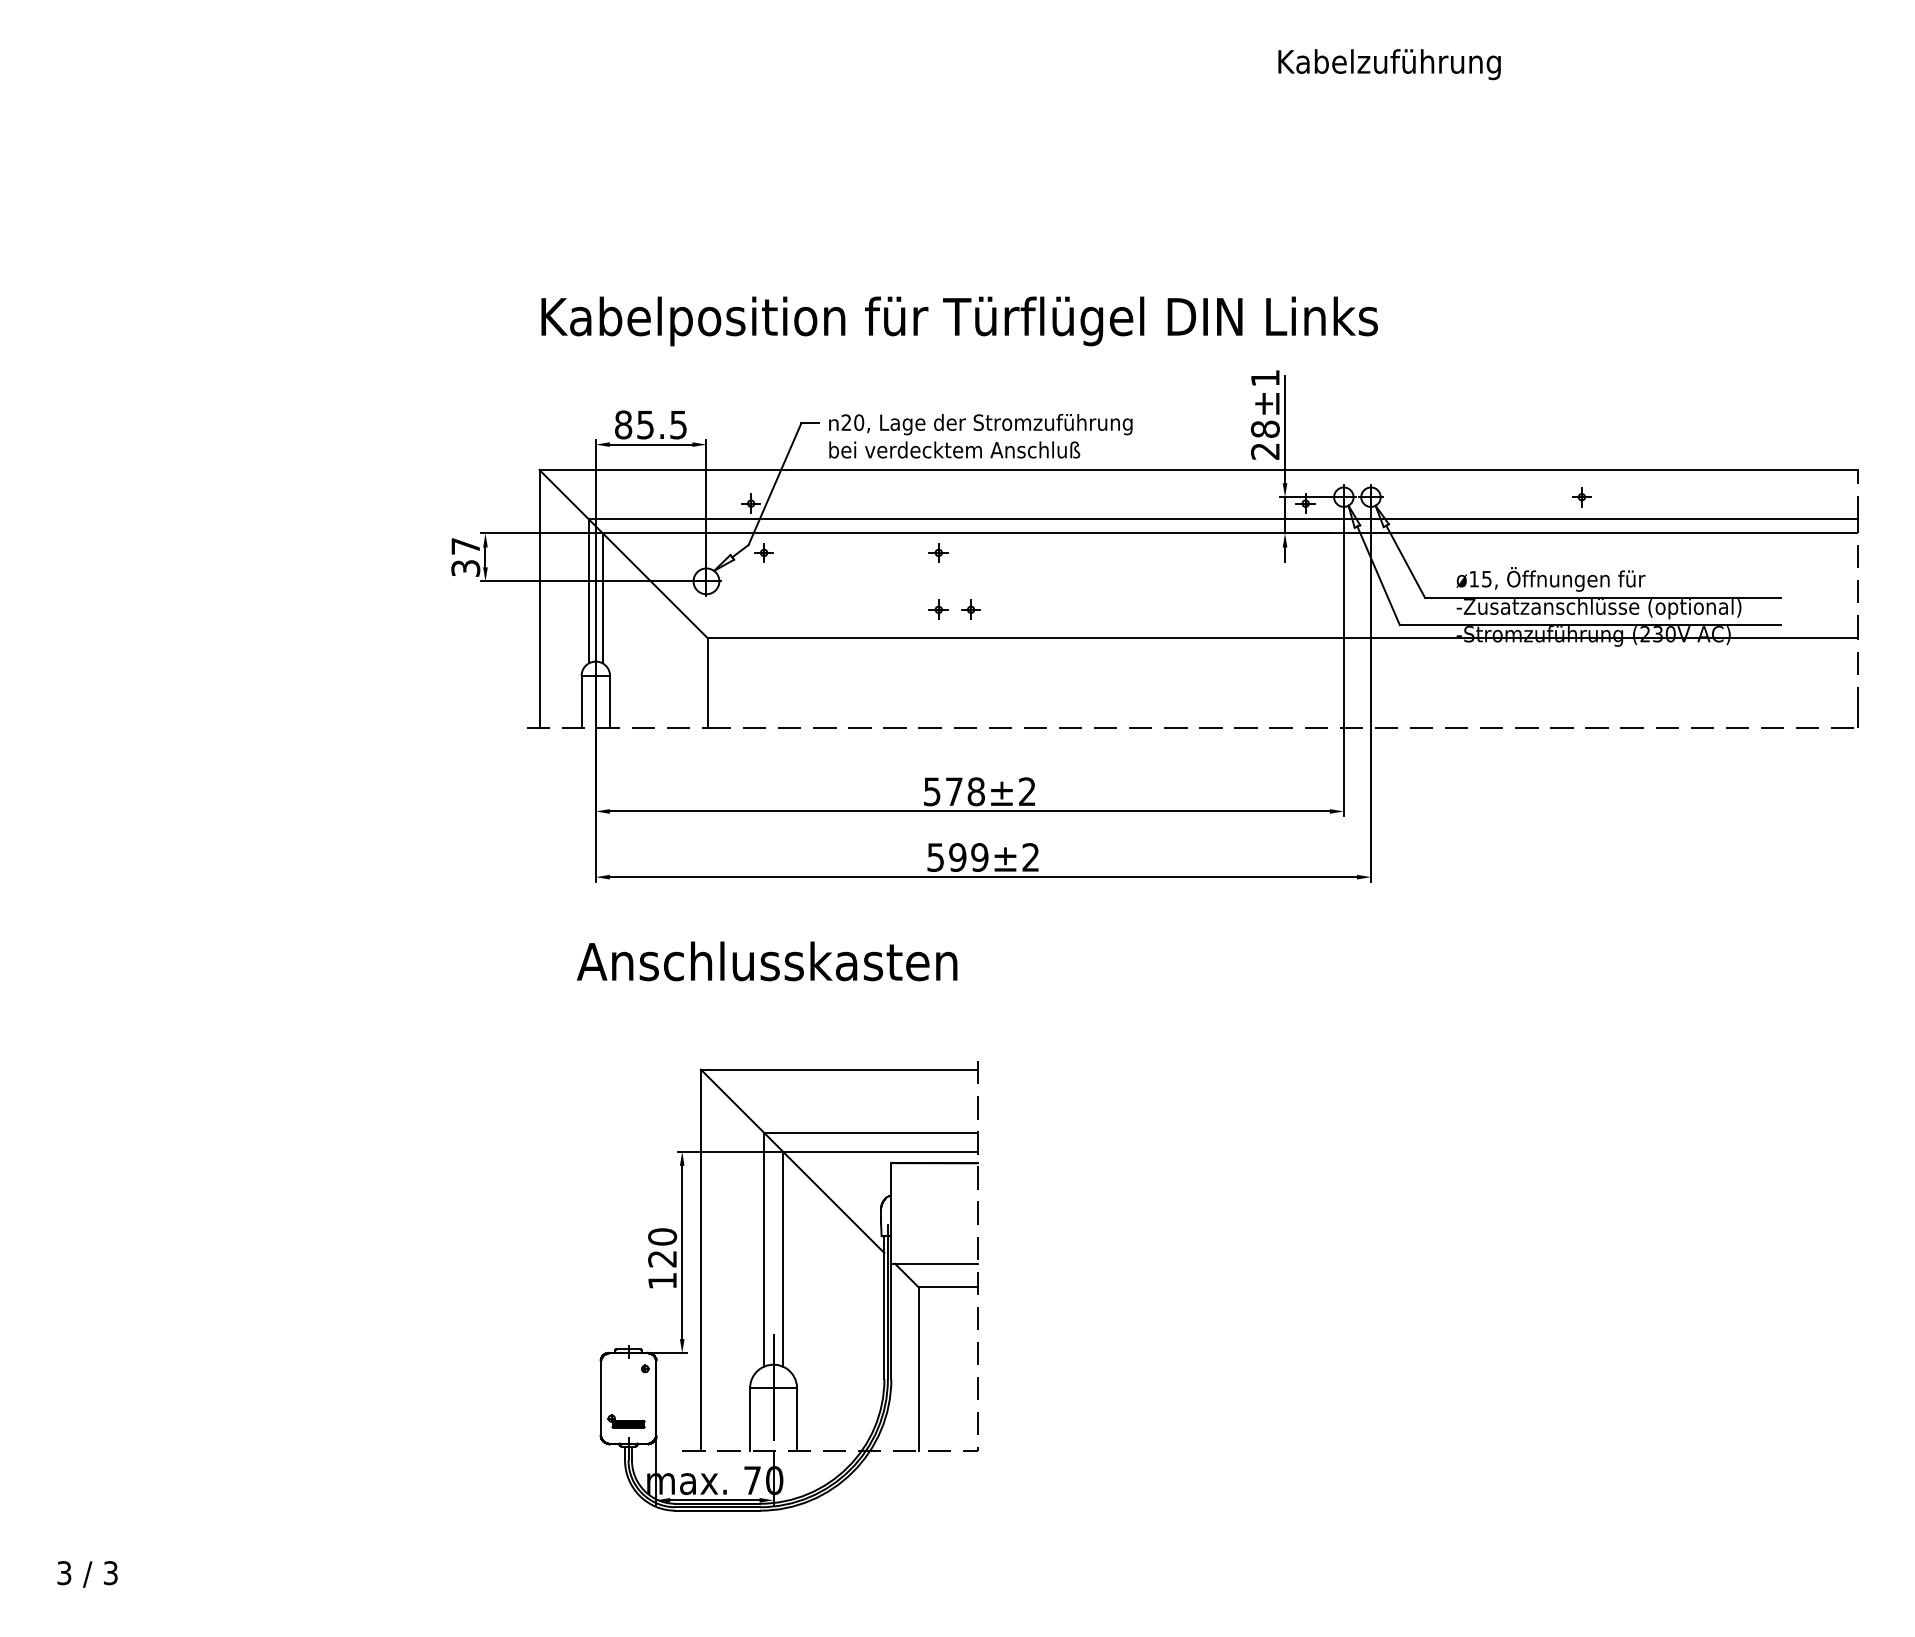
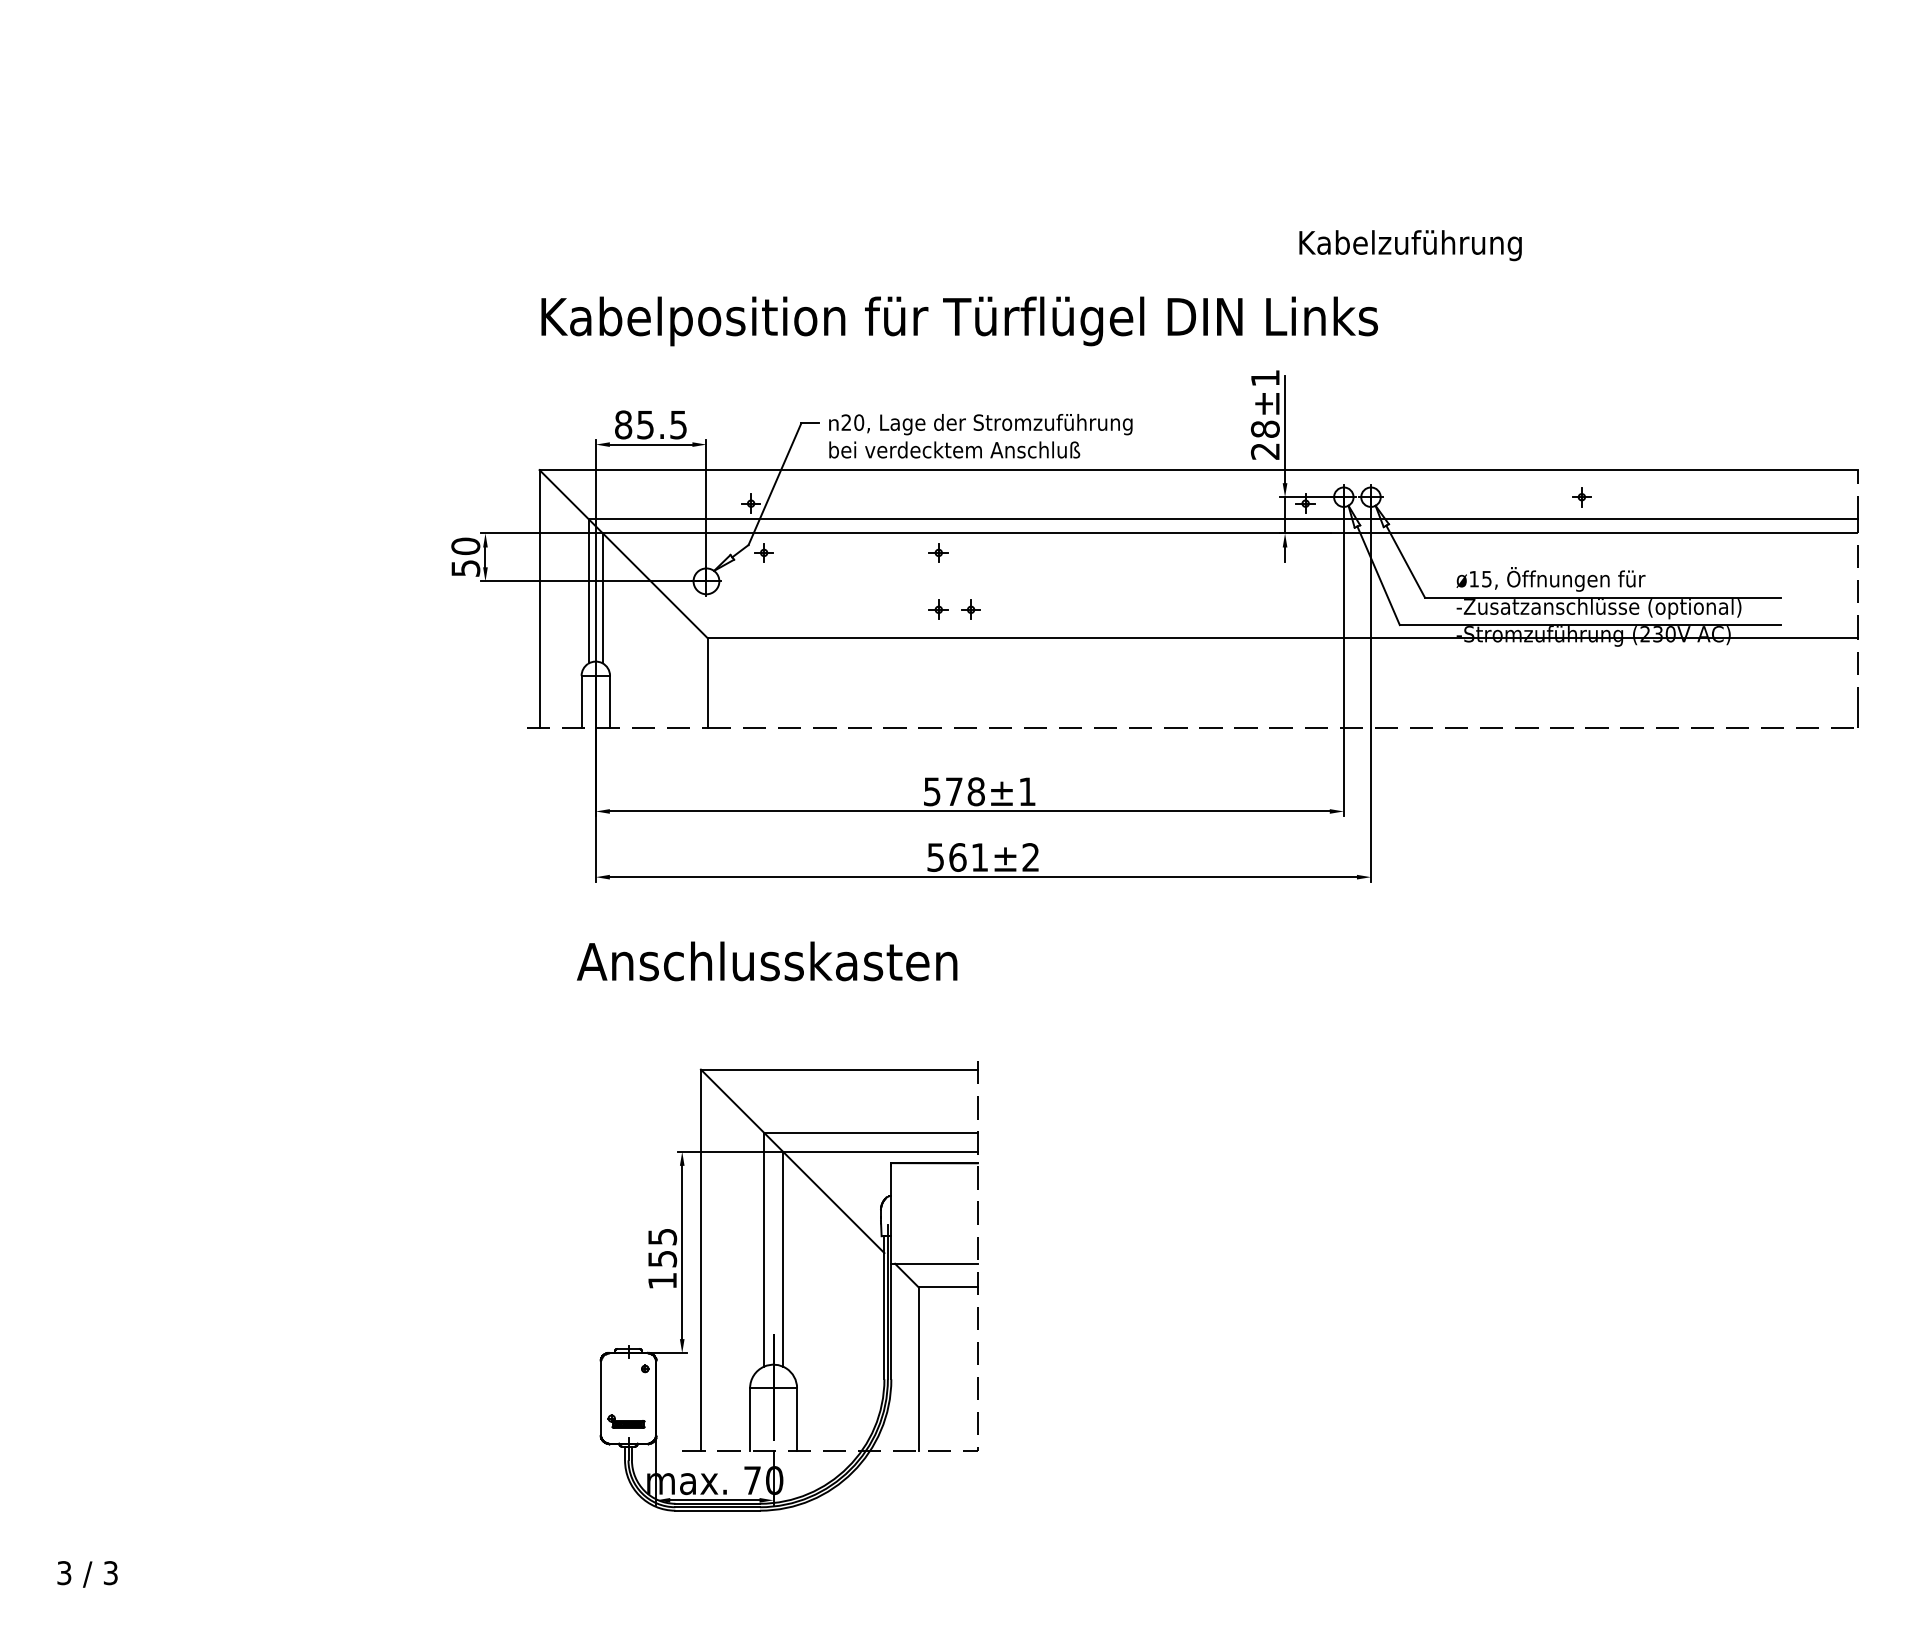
text at (1389, 64) position: (1389, 64) -> (1410, 245)
text at (465, 556): 37 -> 50
text at (1027, 791): 578±2 -> 578±1
text at (968, 857): 599±2 -> 561±2
text at (662, 1247): 120 -> 155
